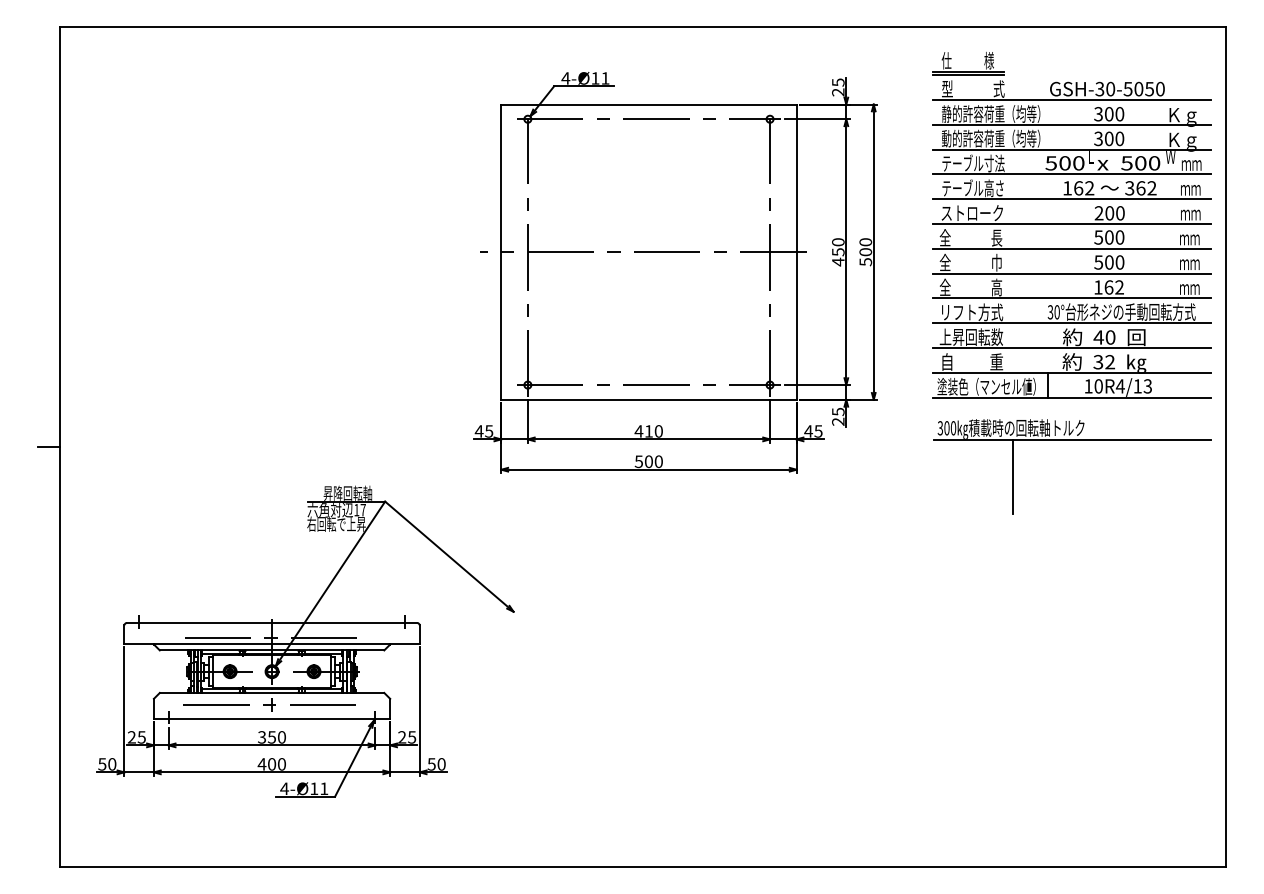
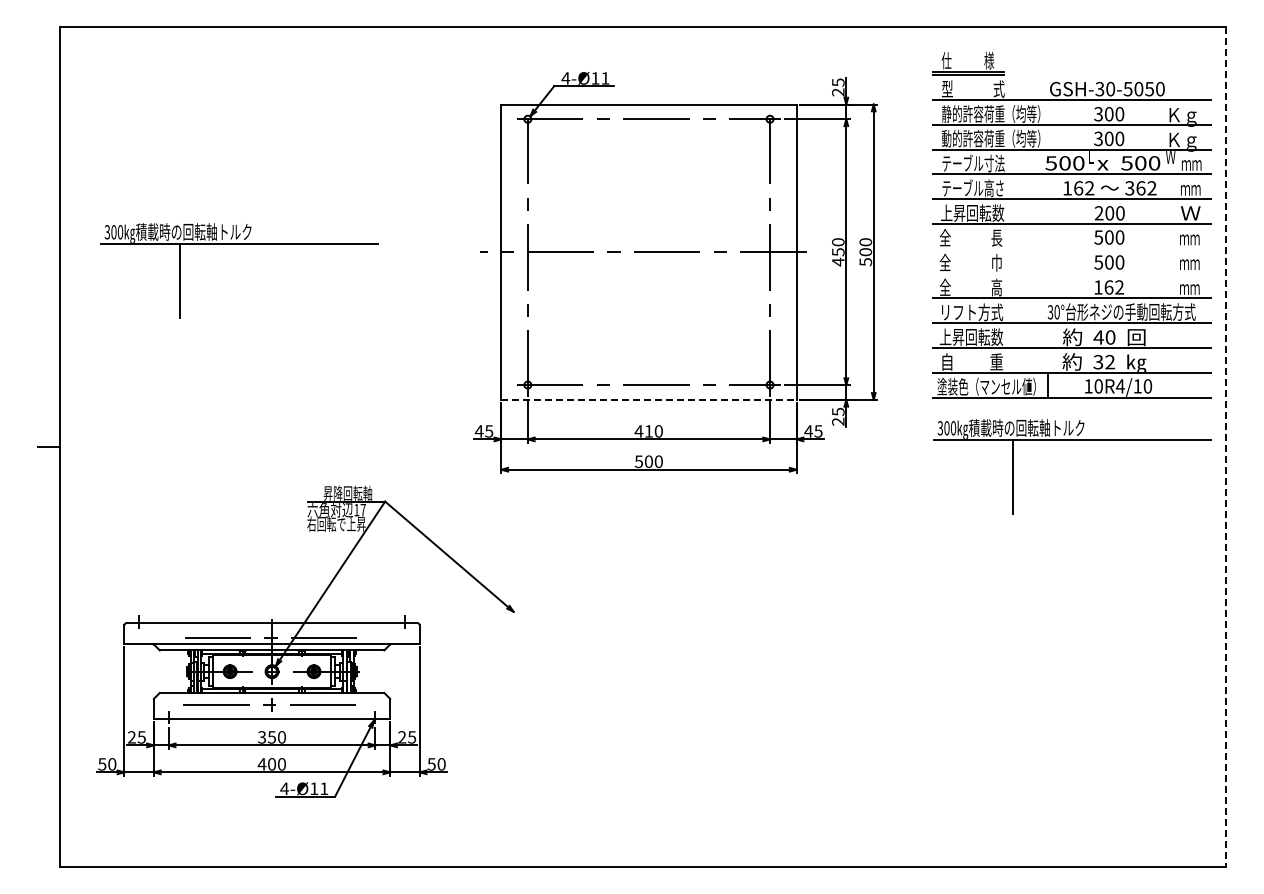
text at (972, 212): ストローク -> 上昇回転数
text at (1190, 213): ｍｍ -> Ｗ
part at (239, 244): none -> present
line at (1071, 248): present -> none
line at (1071, 273): present -> none
text at (1147, 386): 10R4/13 -> 10R4/10
line at (648, 399): solid -> dashed
line at (1226, 447): solid -> dashed
